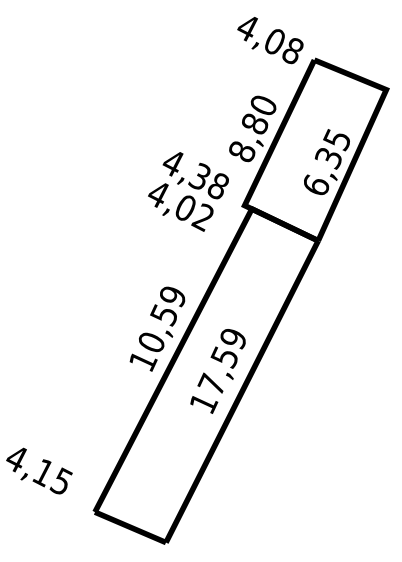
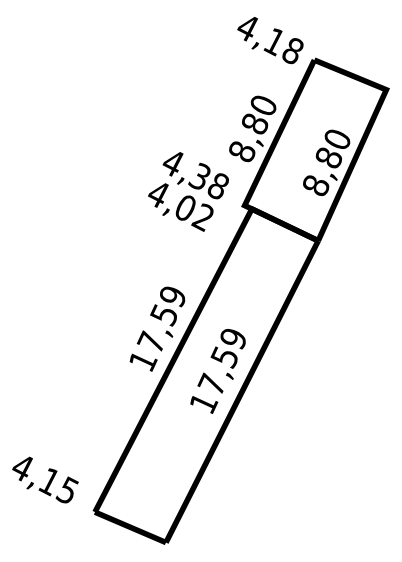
text at (273, 42): 4,08 -> 4,18
text at (326, 162): 6,35 -> 8,80
text at (150, 341): 10,59 -> 17,59
text at (39, 470) position: (39, 470) -> (45, 479)
